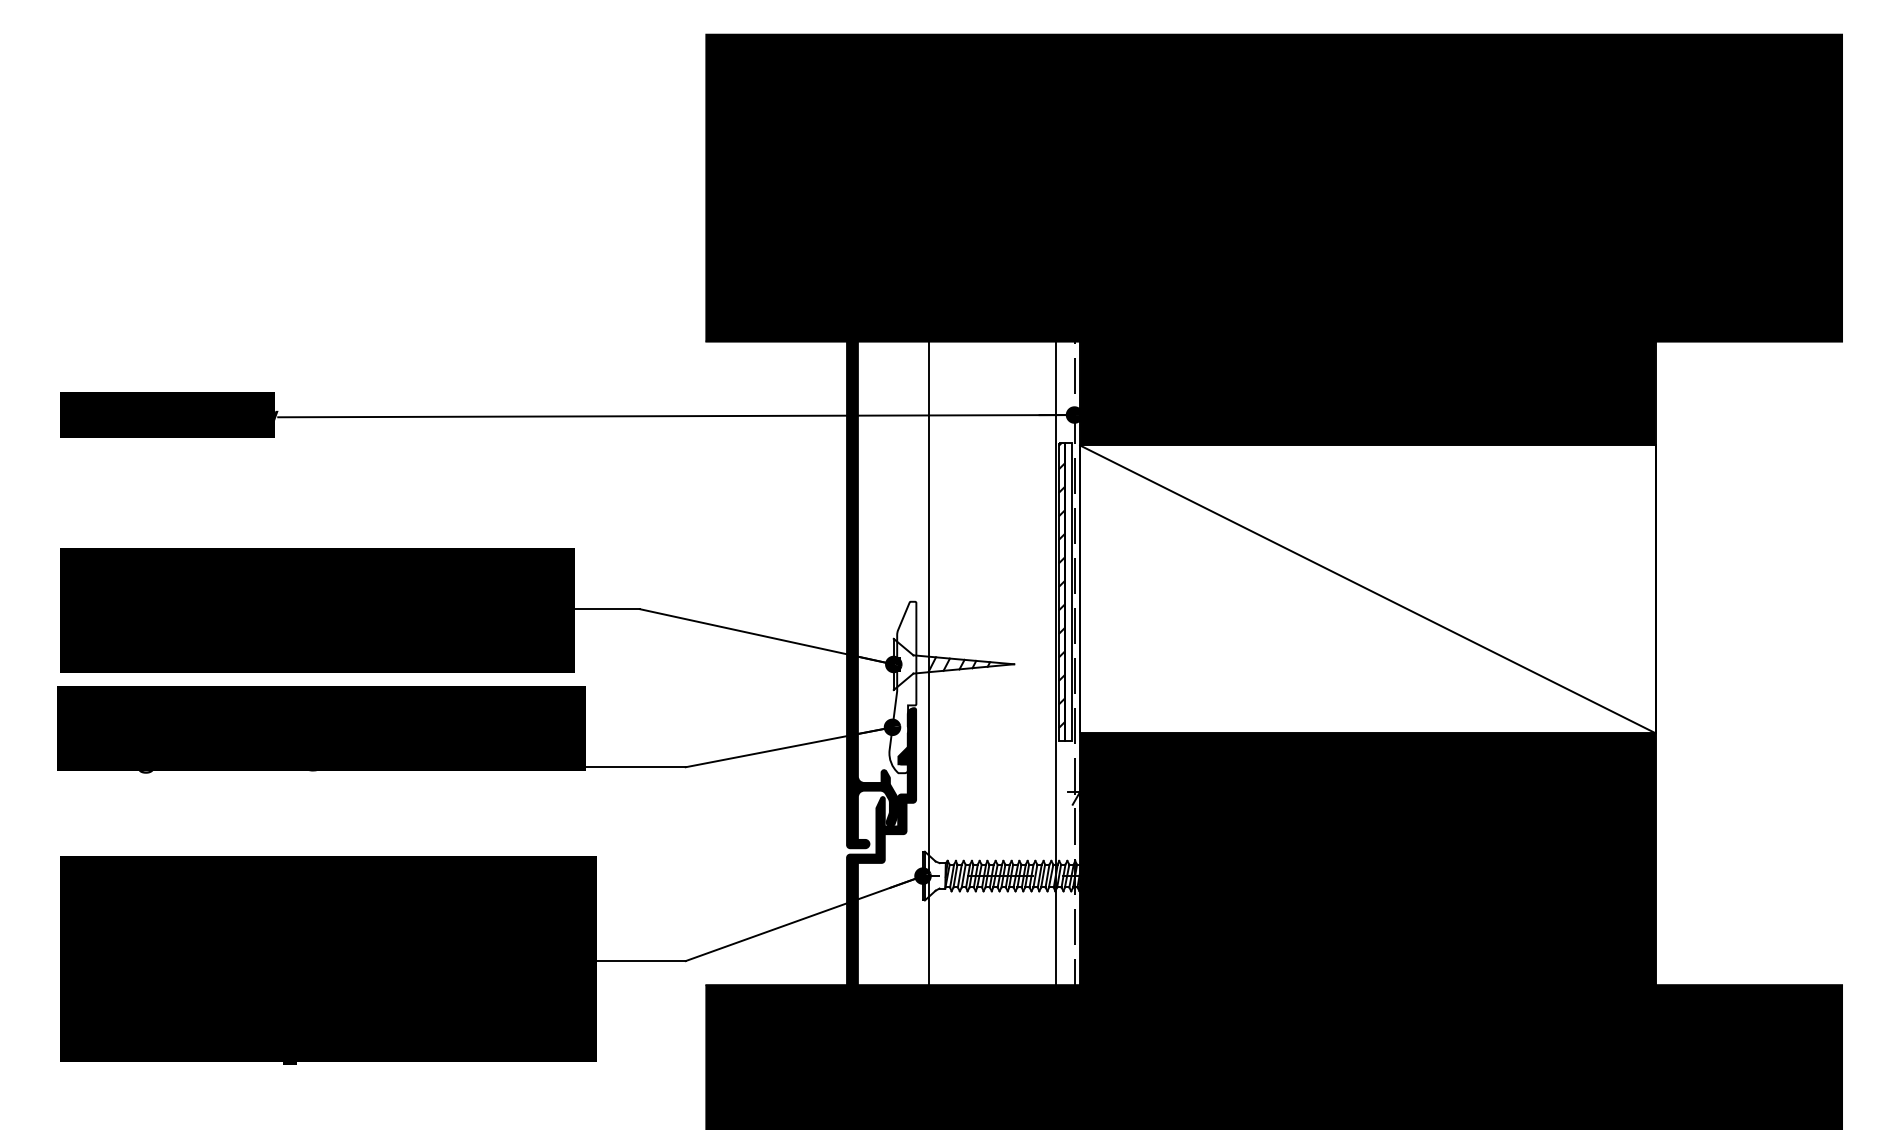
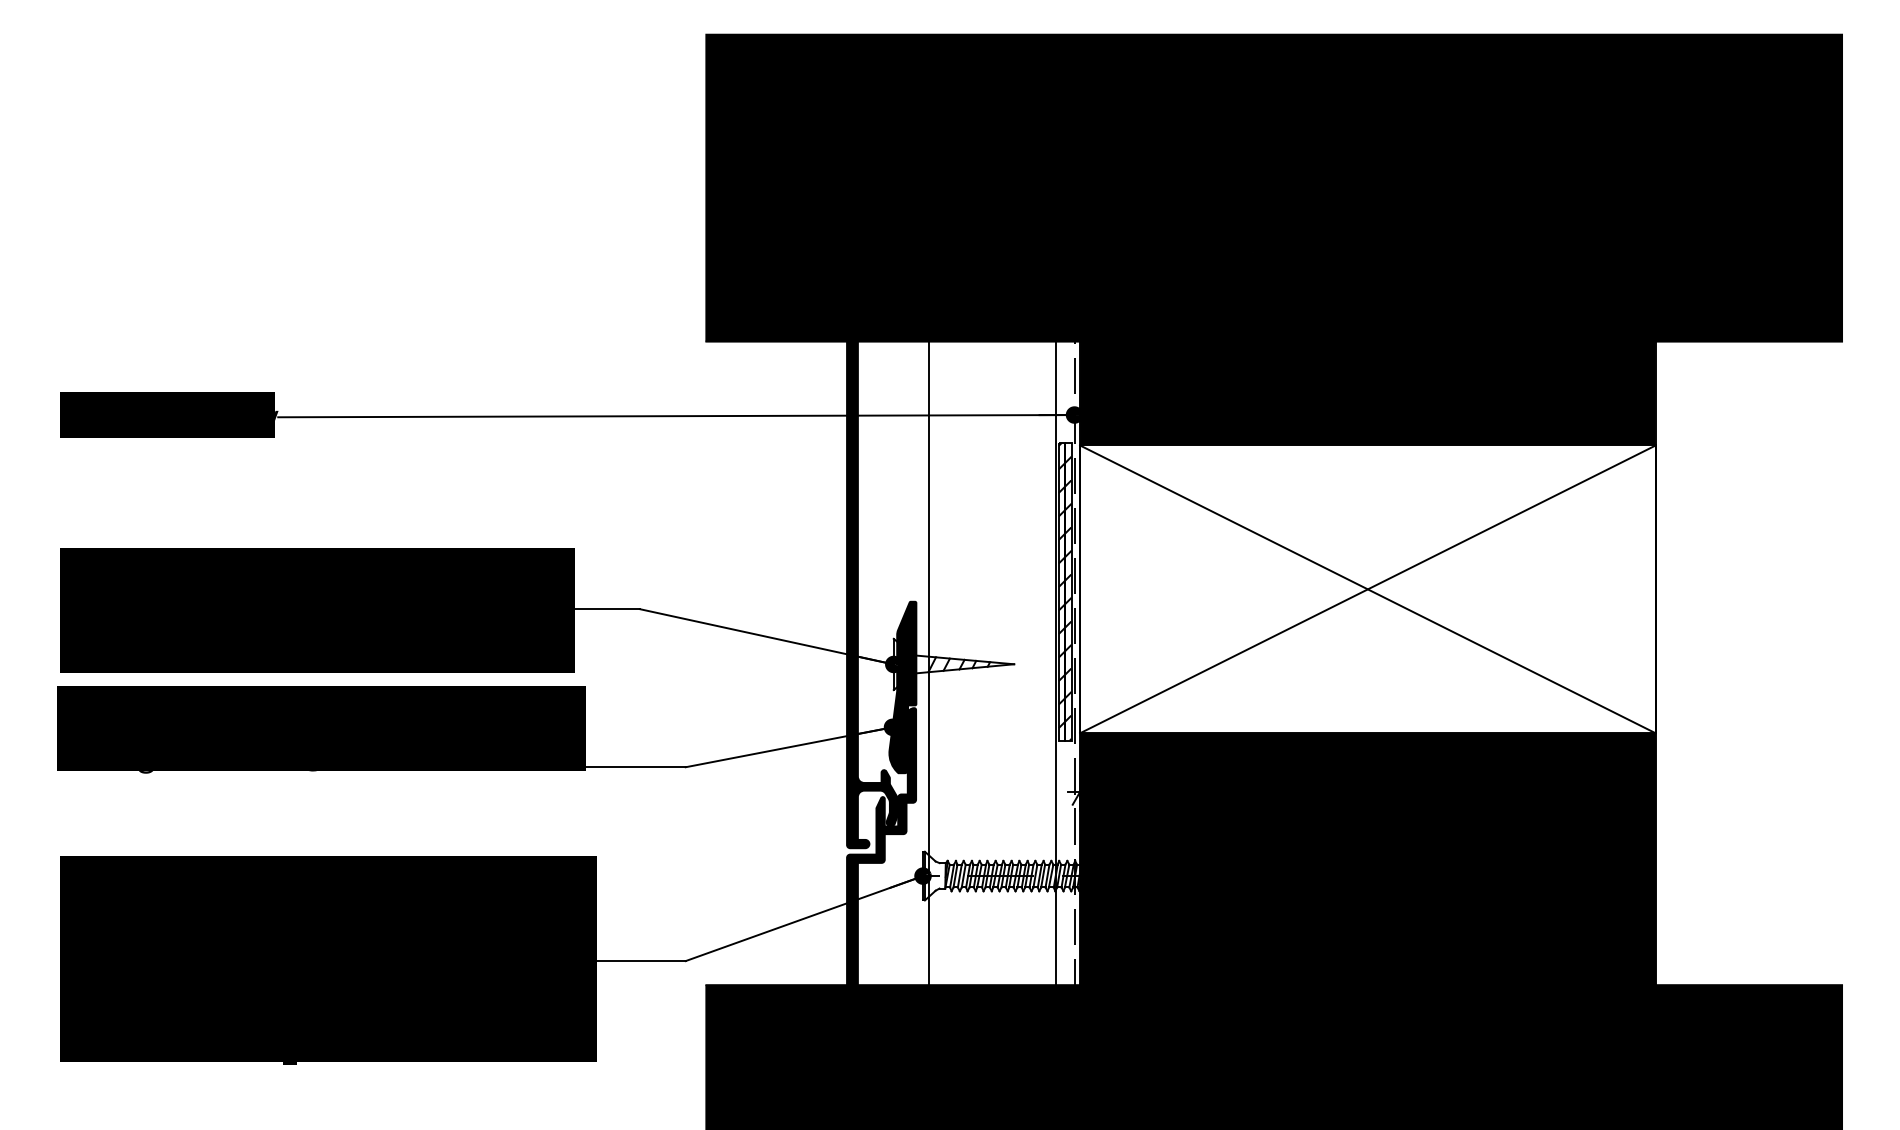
line at (1367, 589): none -> present
hatch at (1068, 598): none -> present
fill at (902, 687): none -> present
